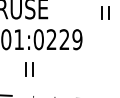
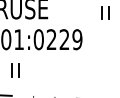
part at (29, 69) position: (29, 69) -> (15, 70)
